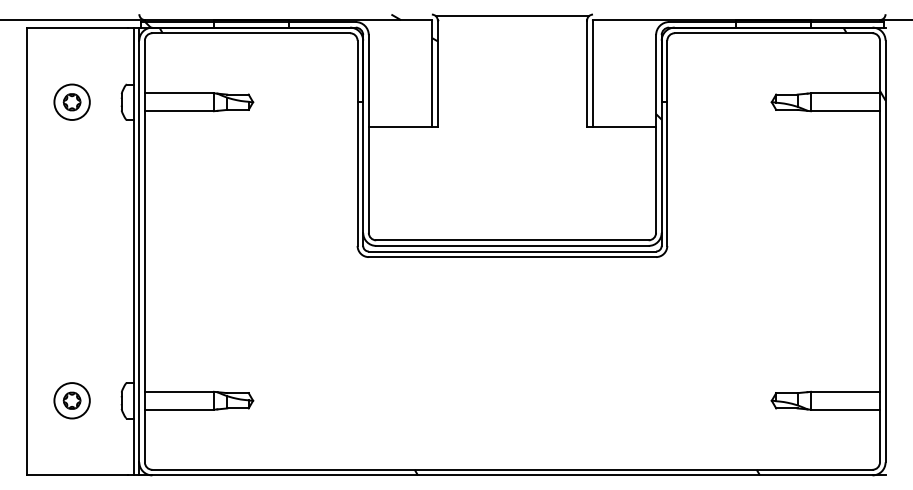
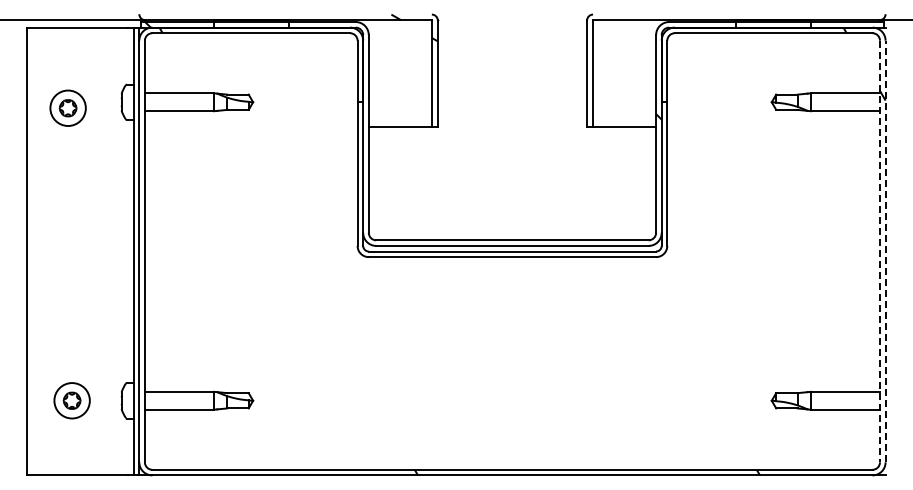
line at (512, 16): present -> none
part at (71, 101) position: (71, 101) -> (67, 107)
line at (879, 251): solid -> dashed
line at (885, 251): solid -> dashed
